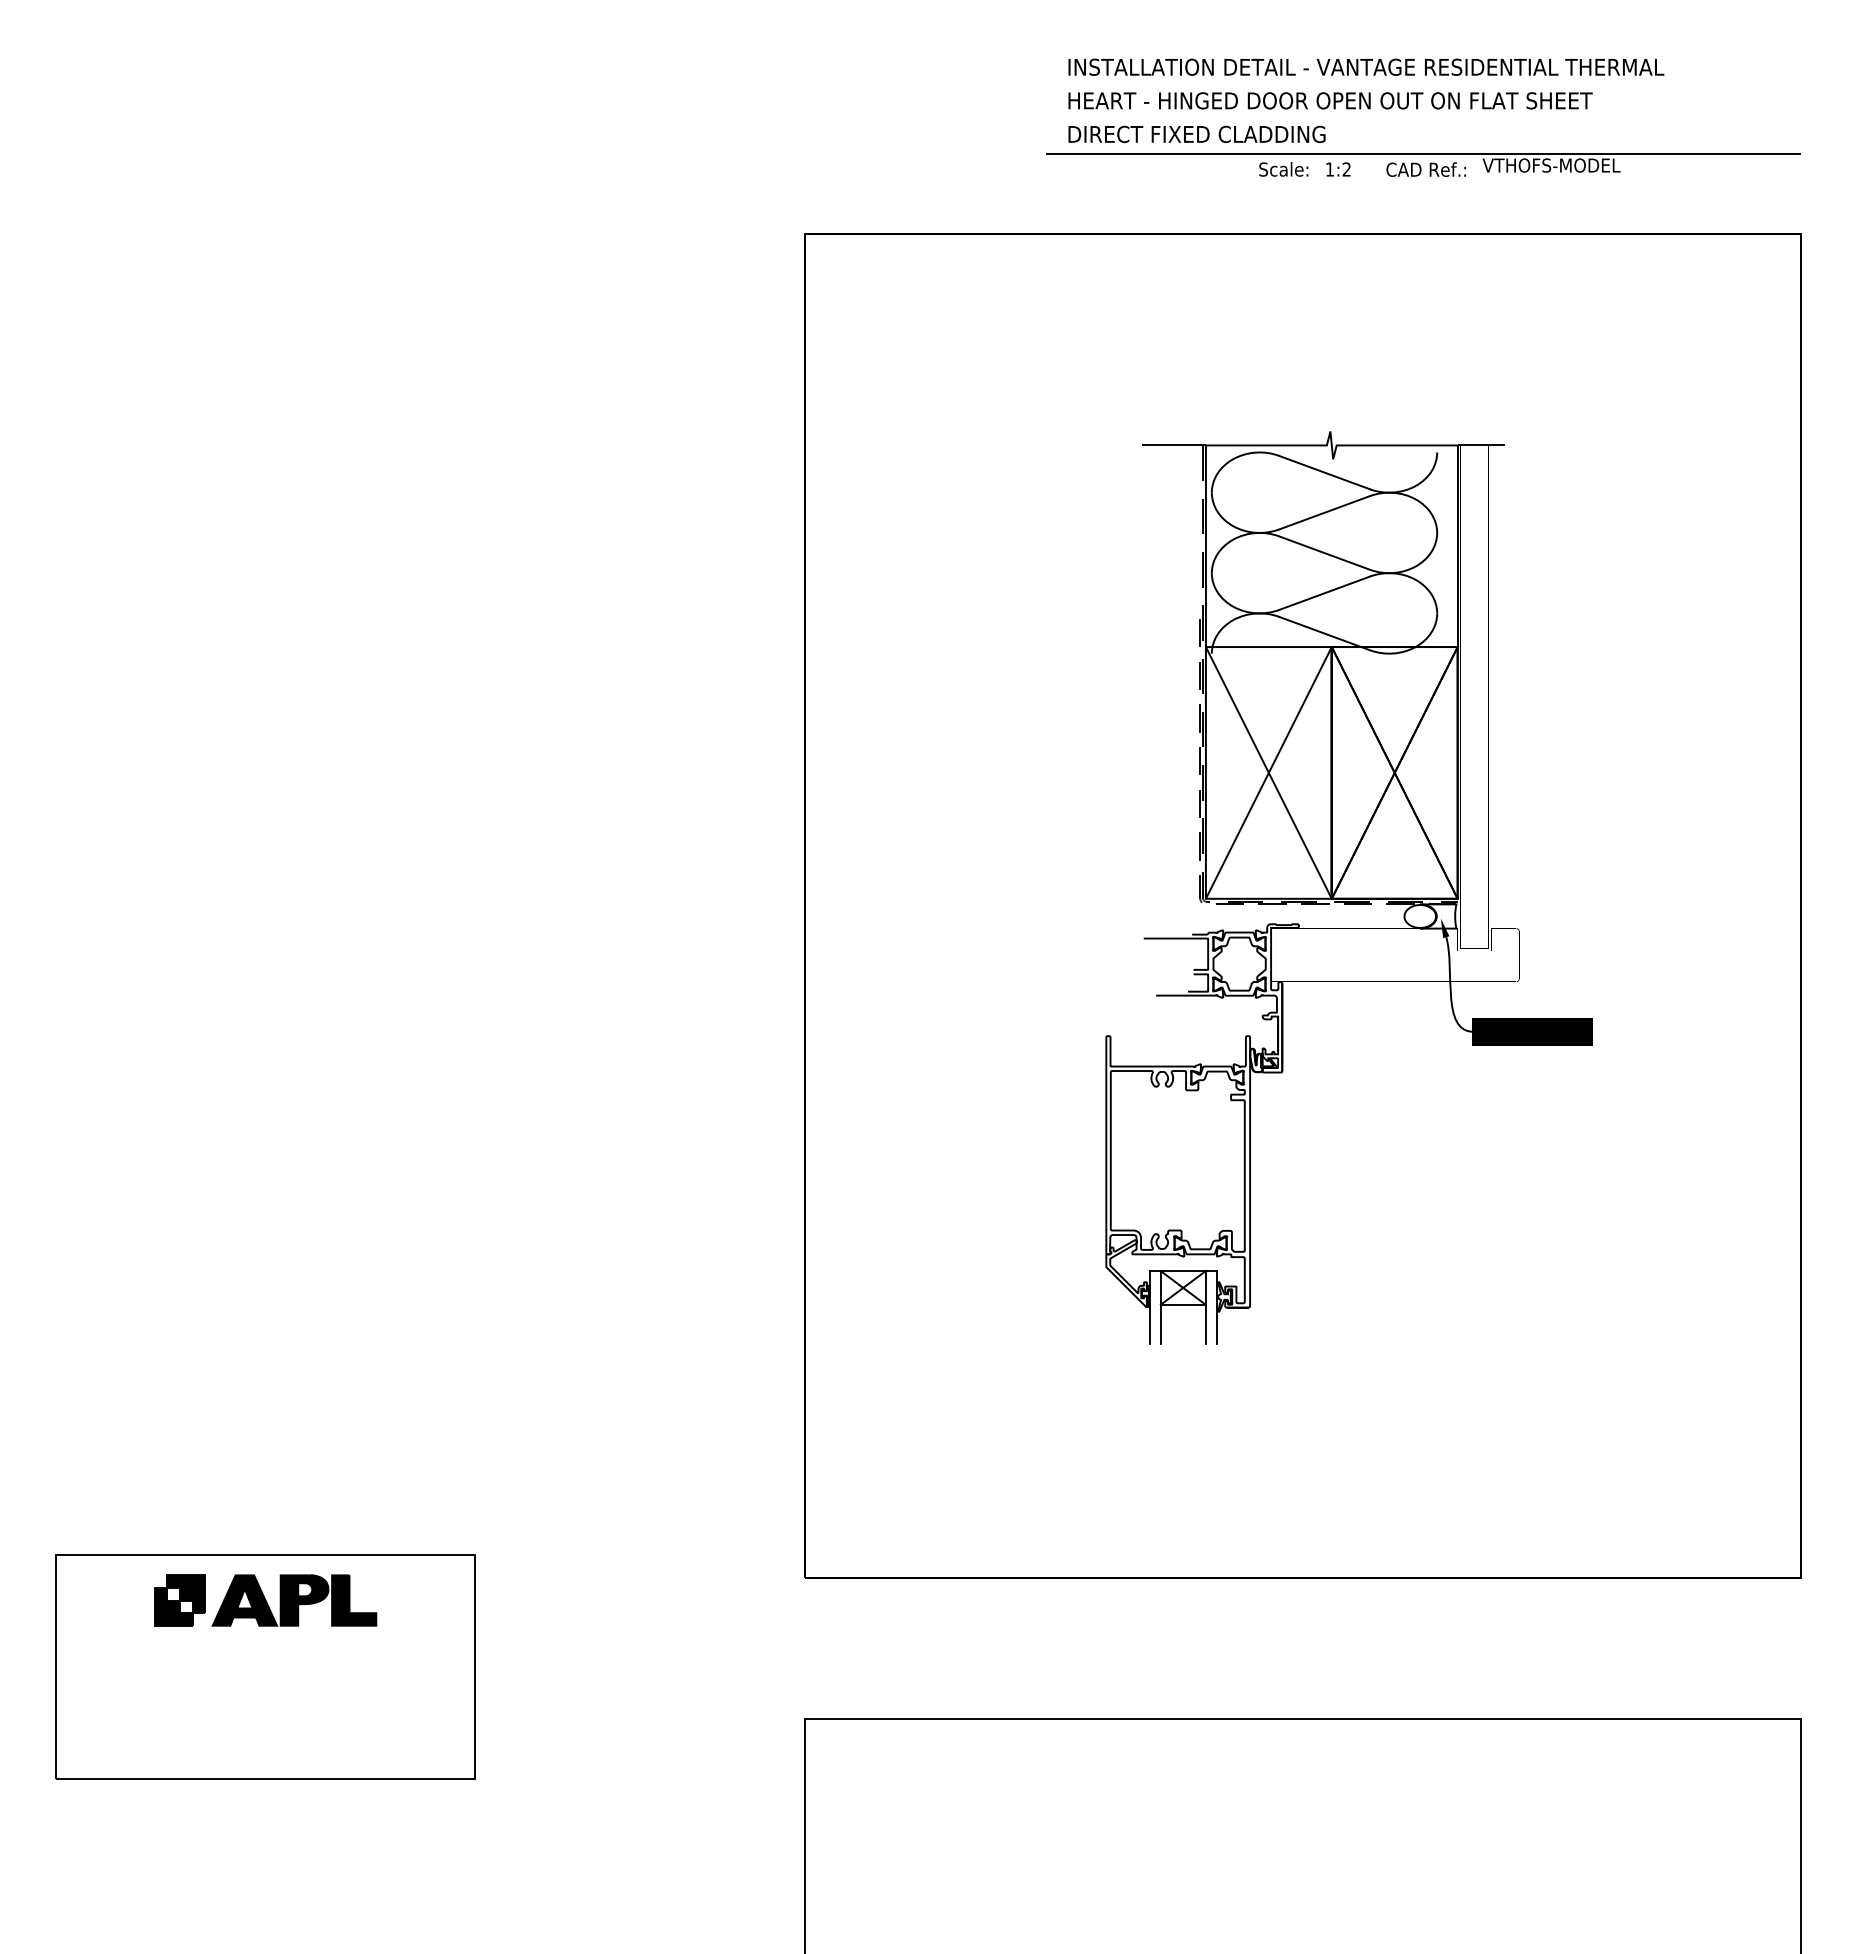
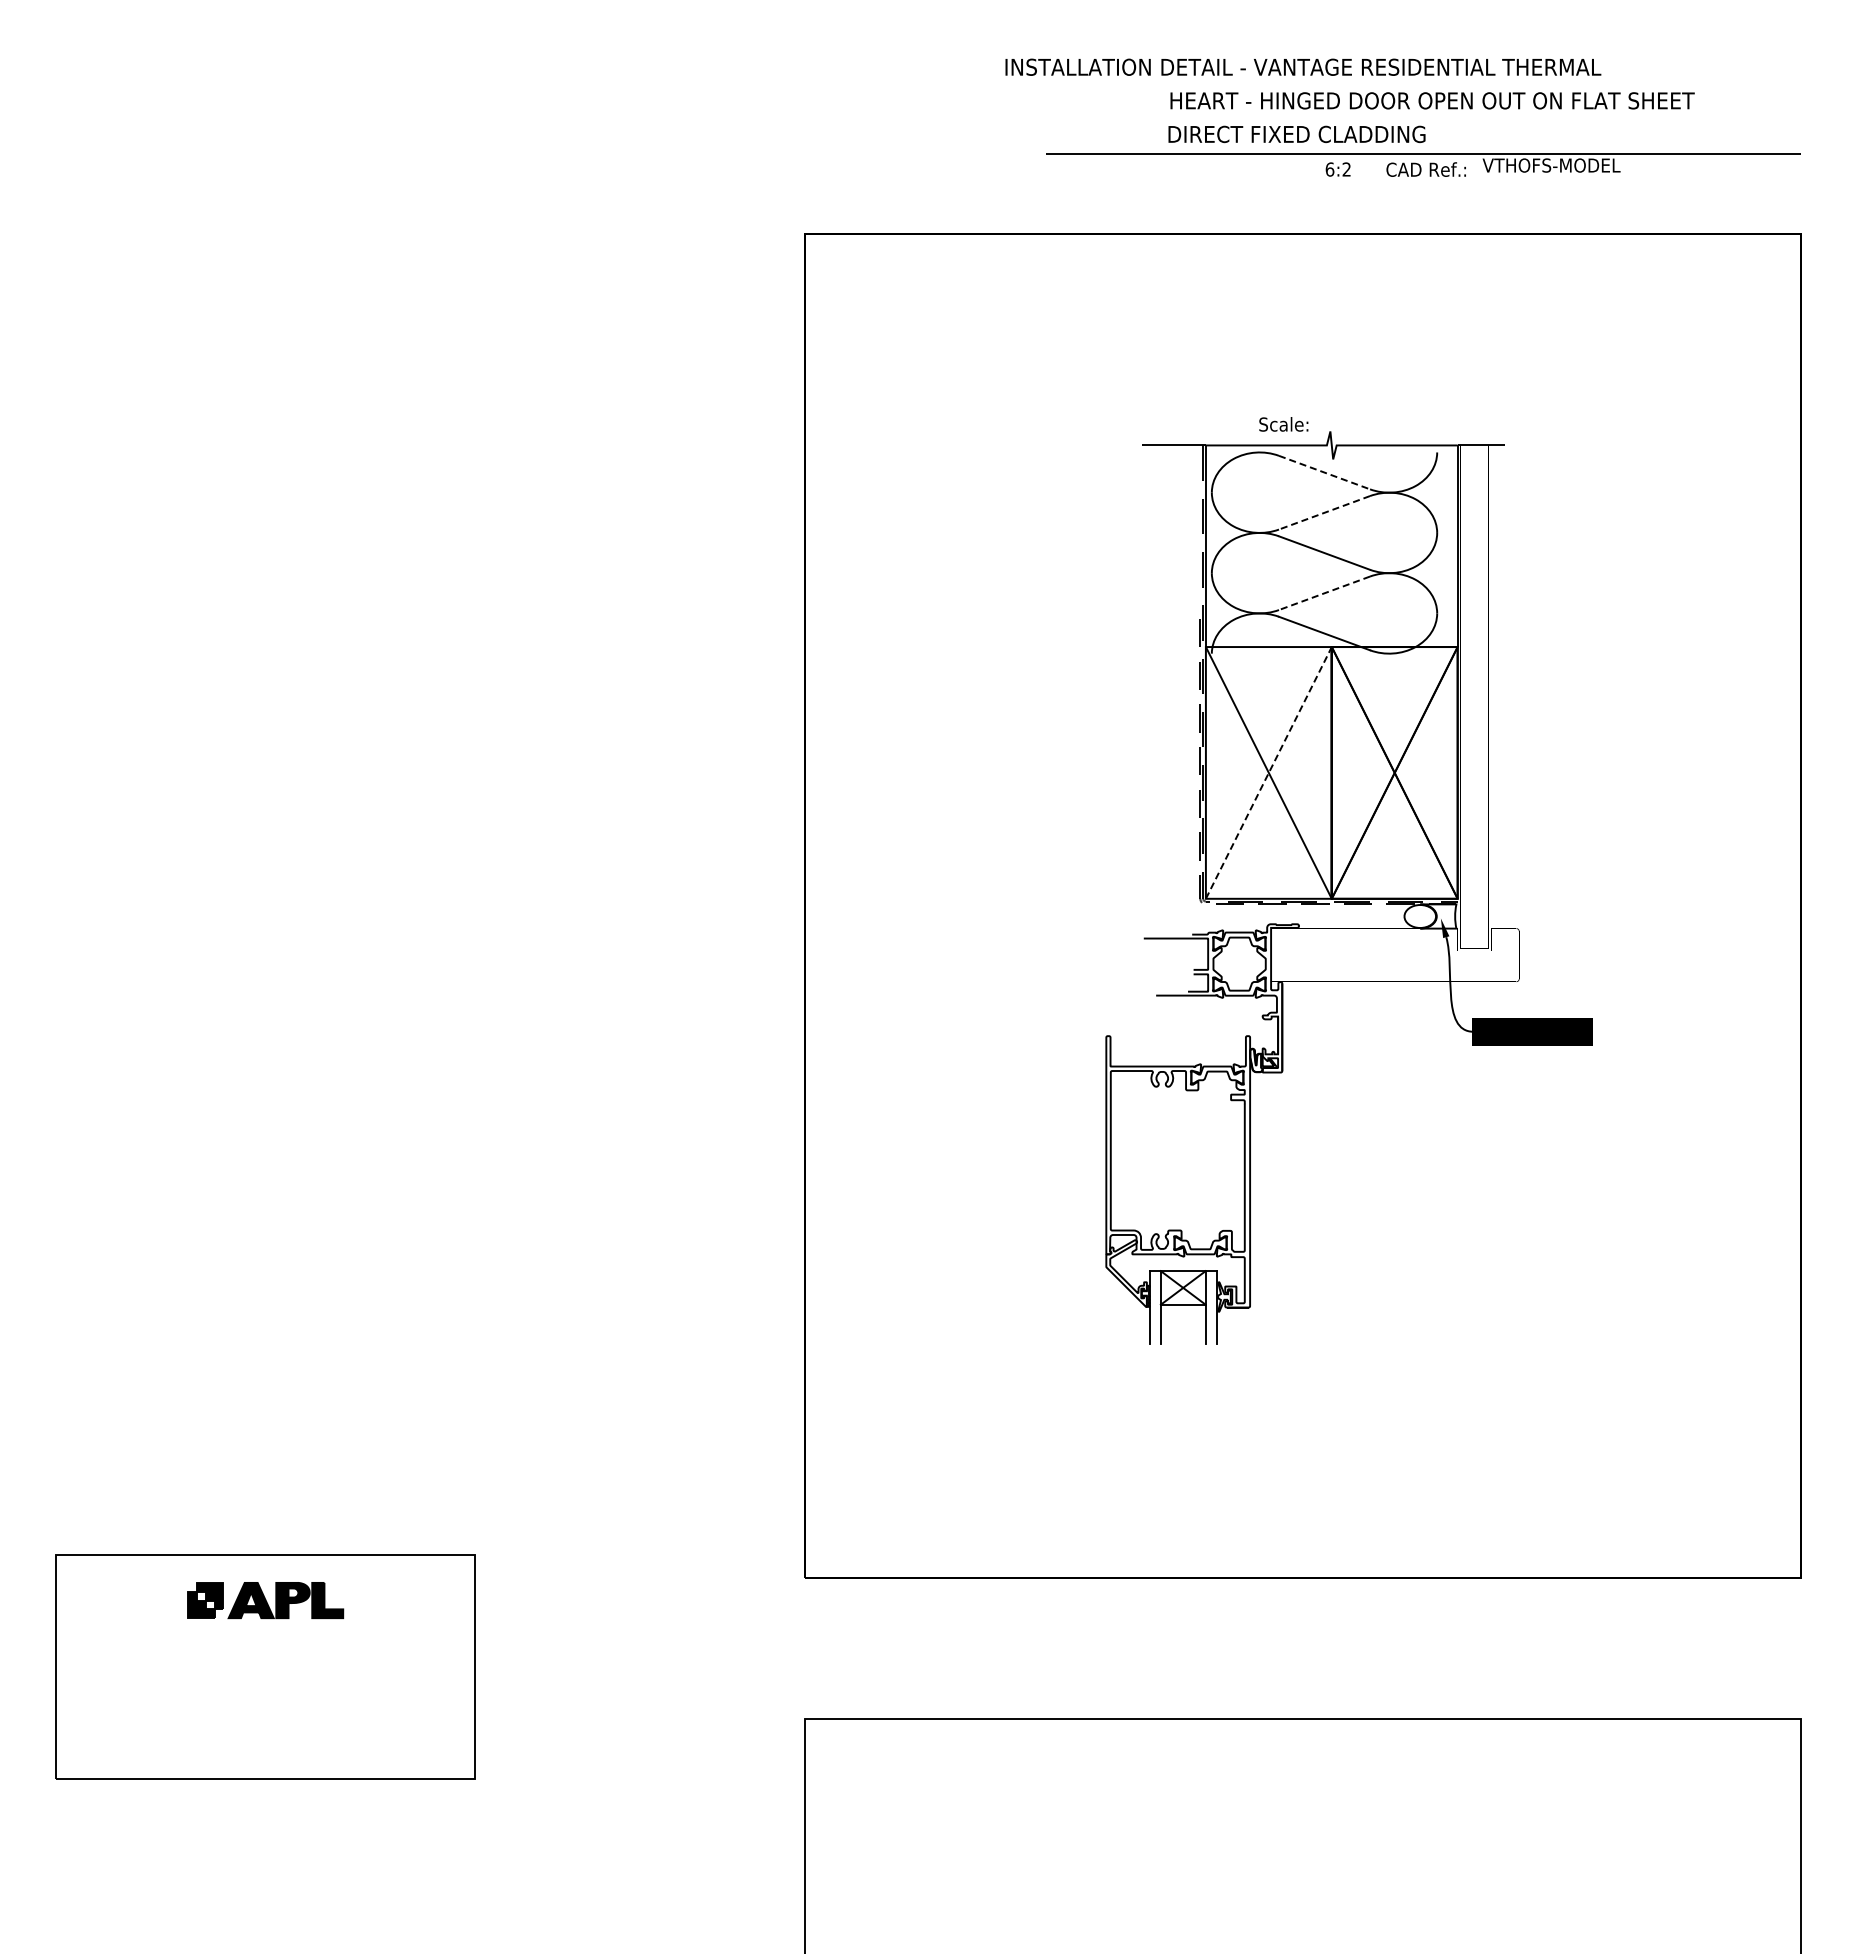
text at (1366, 66) position: (1366, 66) -> (1303, 66)
text at (1330, 100) position: (1330, 100) -> (1432, 100)
text at (1196, 134) position: (1196, 134) -> (1296, 134)
text at (1283, 169) position: (1283, 169) -> (1283, 424)
text at (1329, 169): 1:2 -> 6:2
line at (1324, 472): solid -> dashed
line at (1324, 512): solid -> dashed
line at (1324, 593): solid -> dashed
line at (1268, 772): solid -> dashed
part at (265, 1600) size: 224x53 px -> 158x38 px
